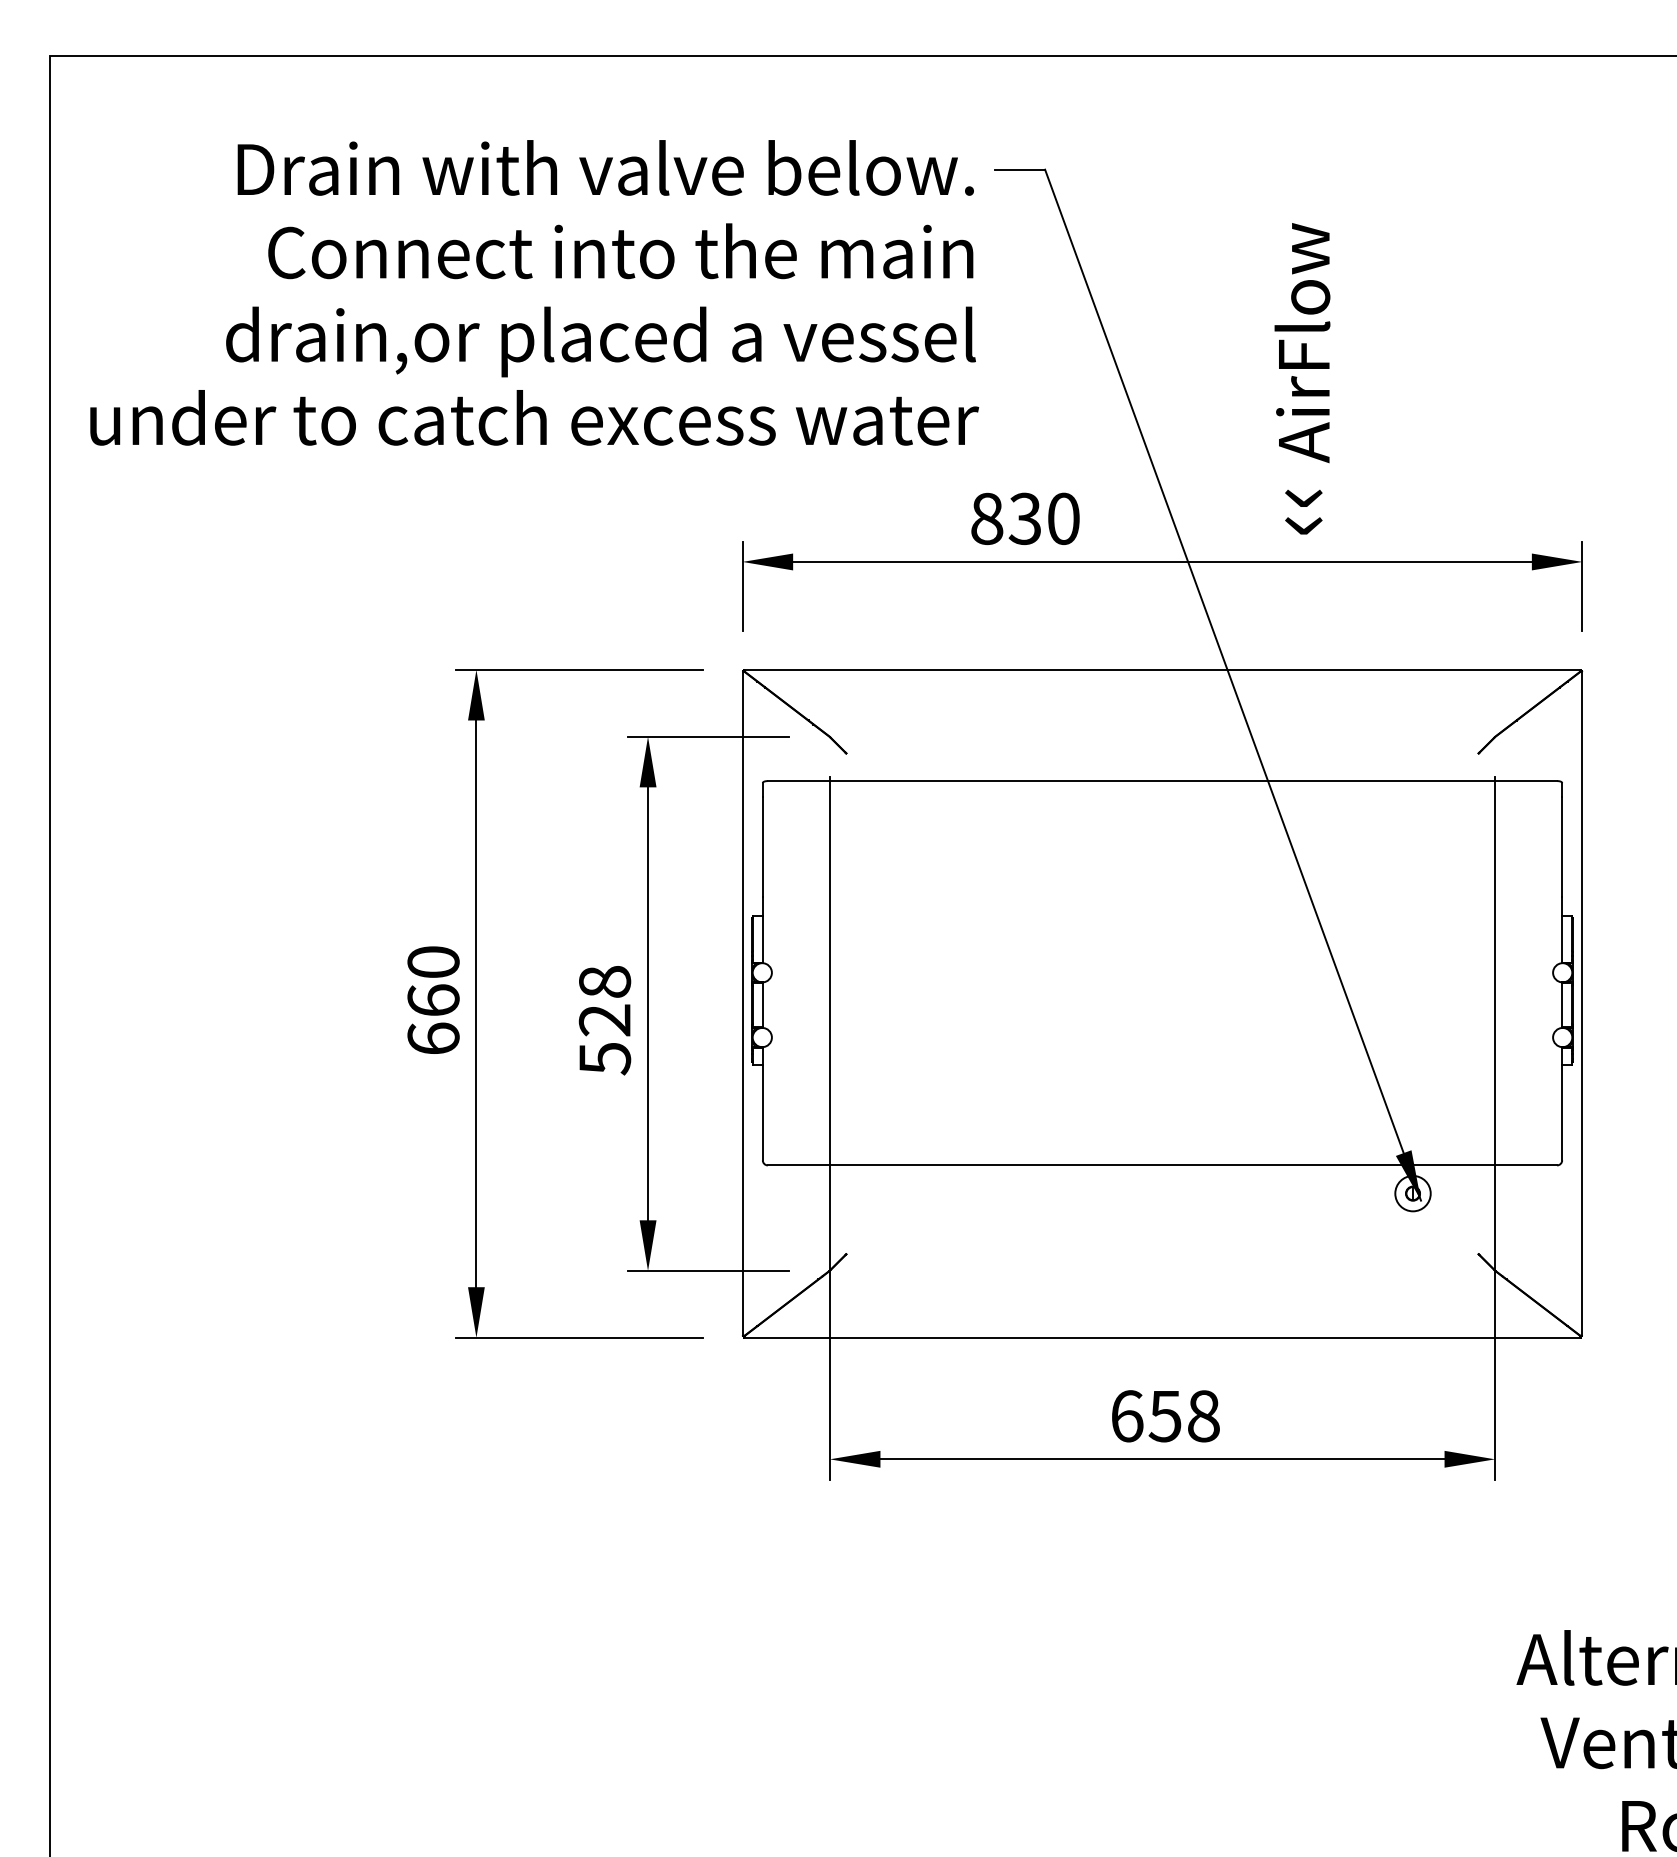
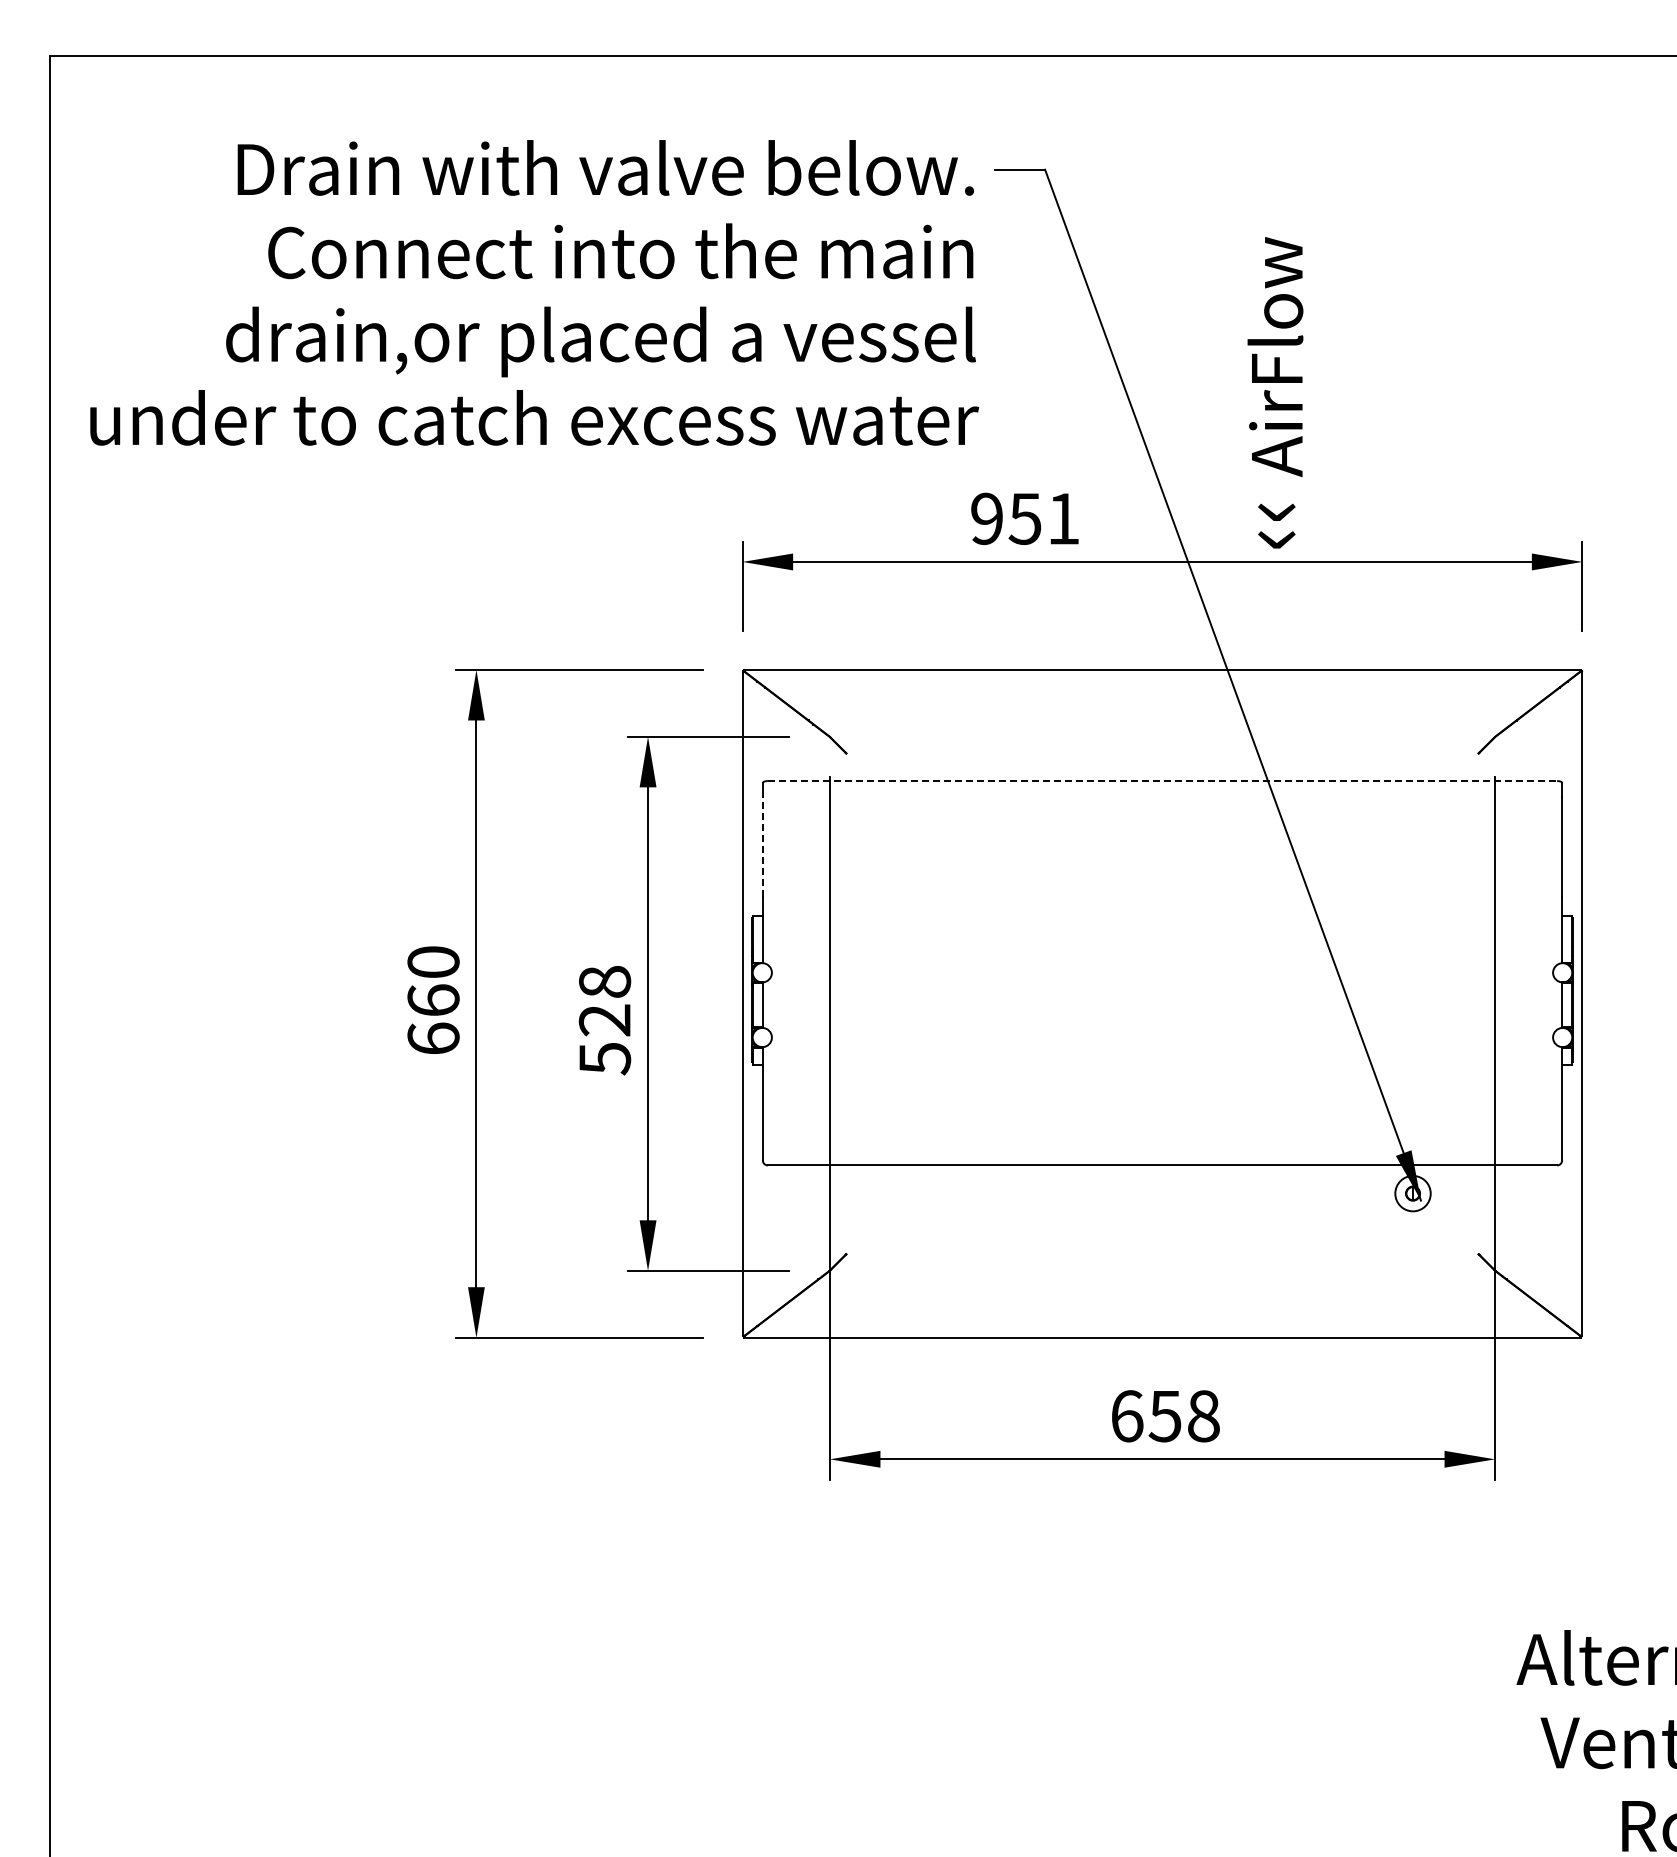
text at (1302, 378) position: (1302, 378) -> (1275, 392)
text at (1025, 518): 830 -> 951
line at (1162, 781): solid -> dashed
line at (762, 846): solid -> dashed
